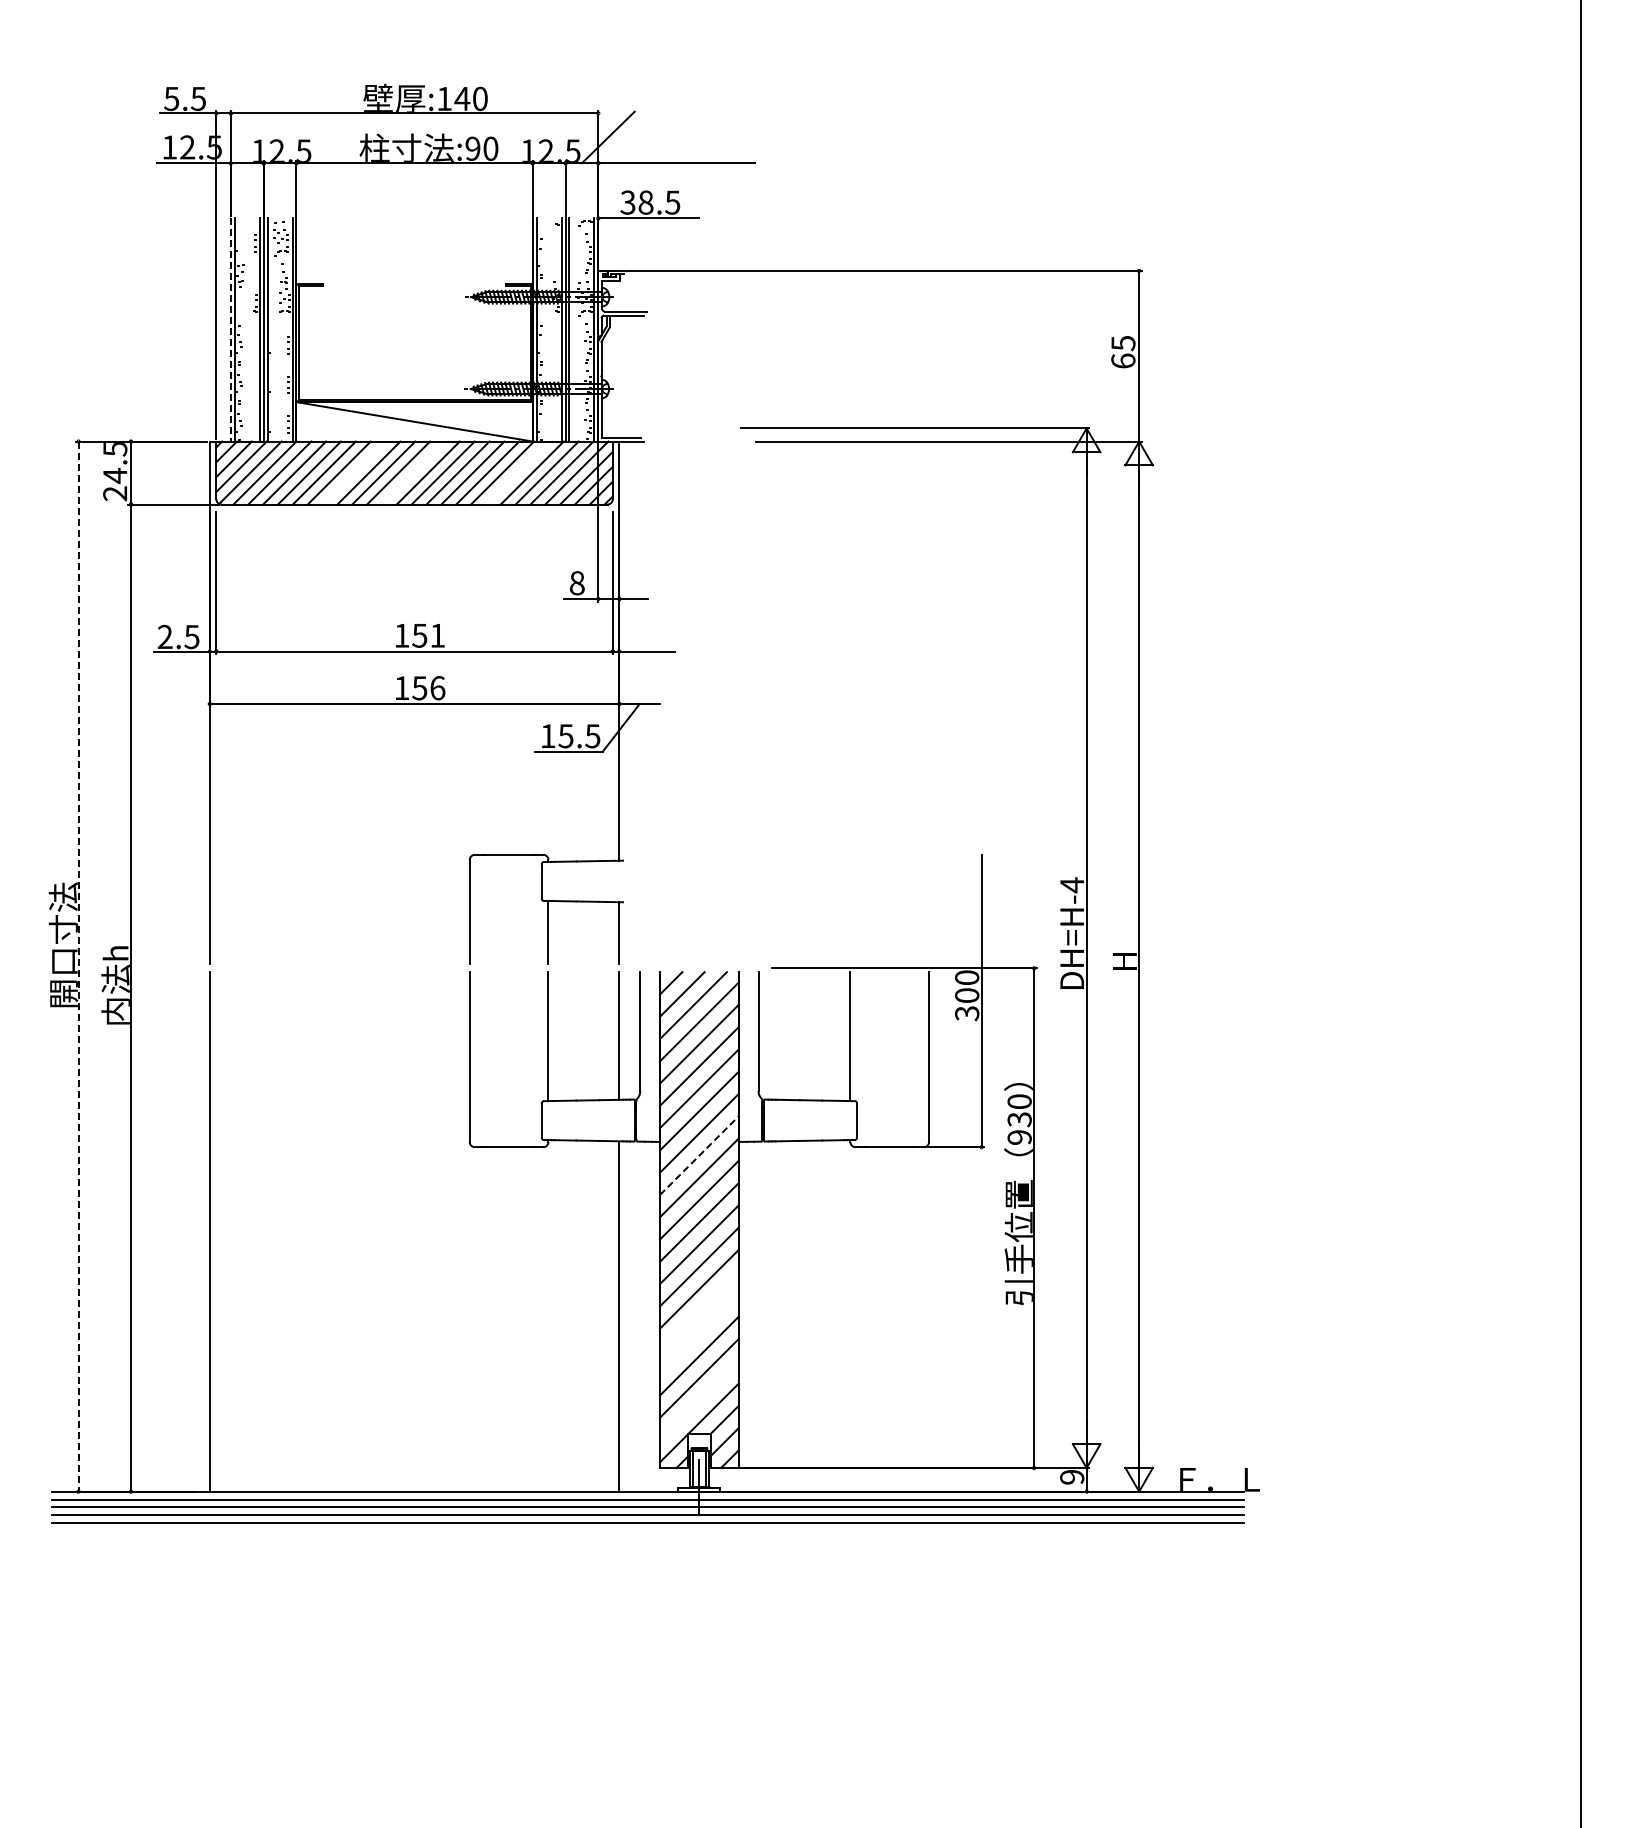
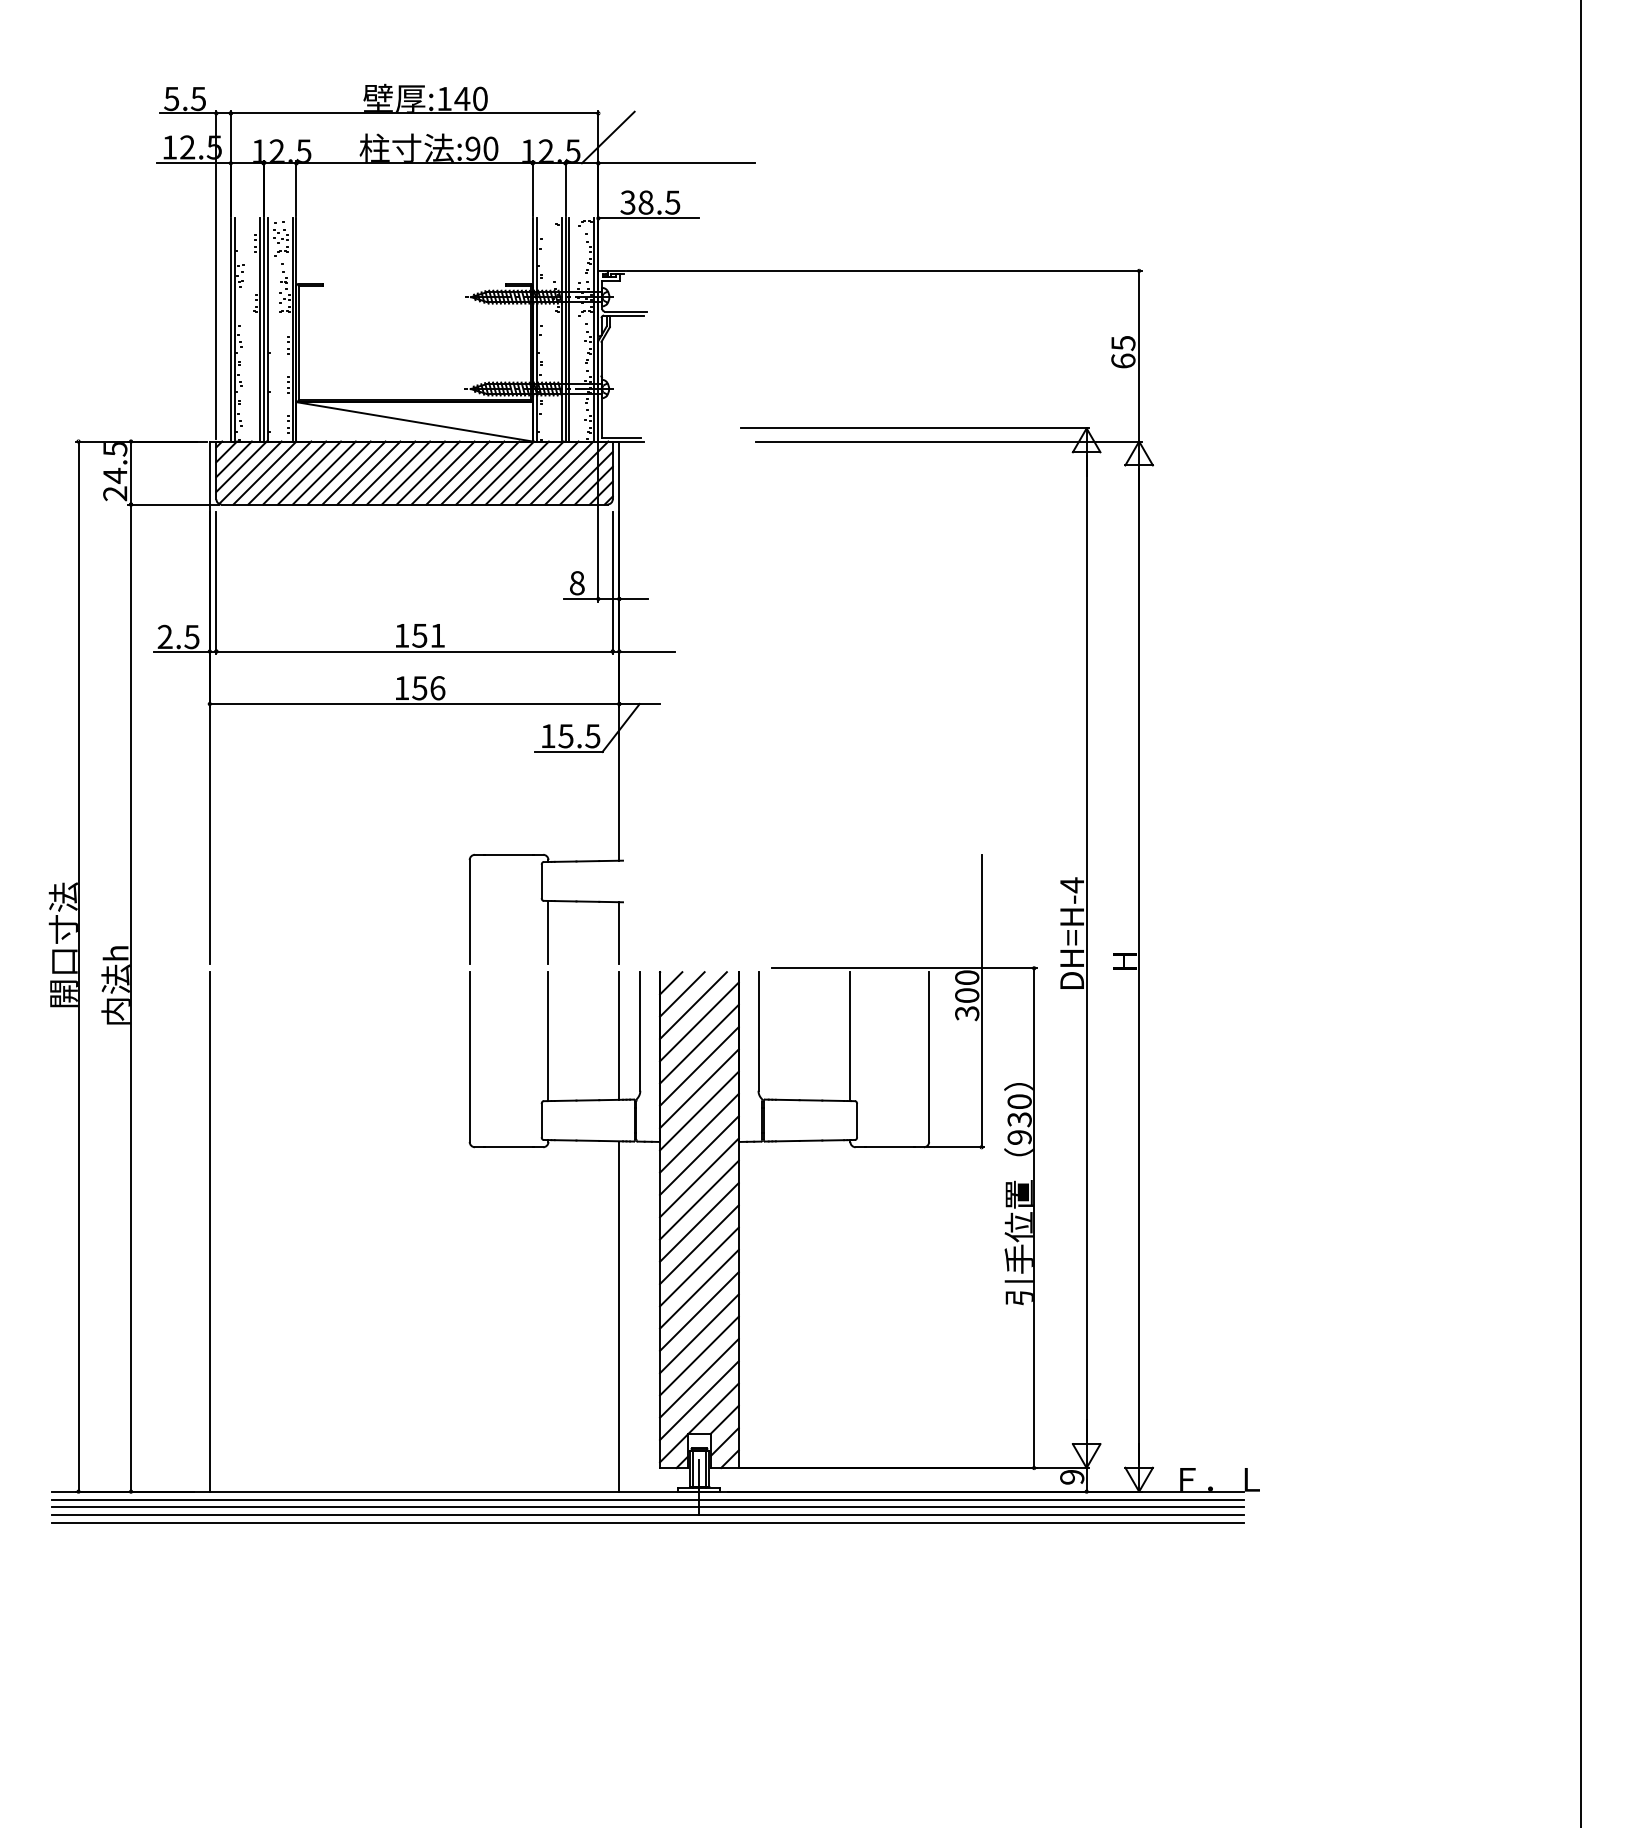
line at (230, 329): dashed -> solid
line at (353, 472): none -> present
line at (412, 472): none -> present
line at (516, 472): none -> present
line at (78, 967): dashed -> solid
line at (699, 1155): dashed -> solid
line at (699, 1311): none -> present
line at (699, 1333): none -> present
line at (699, 1400): none -> present
